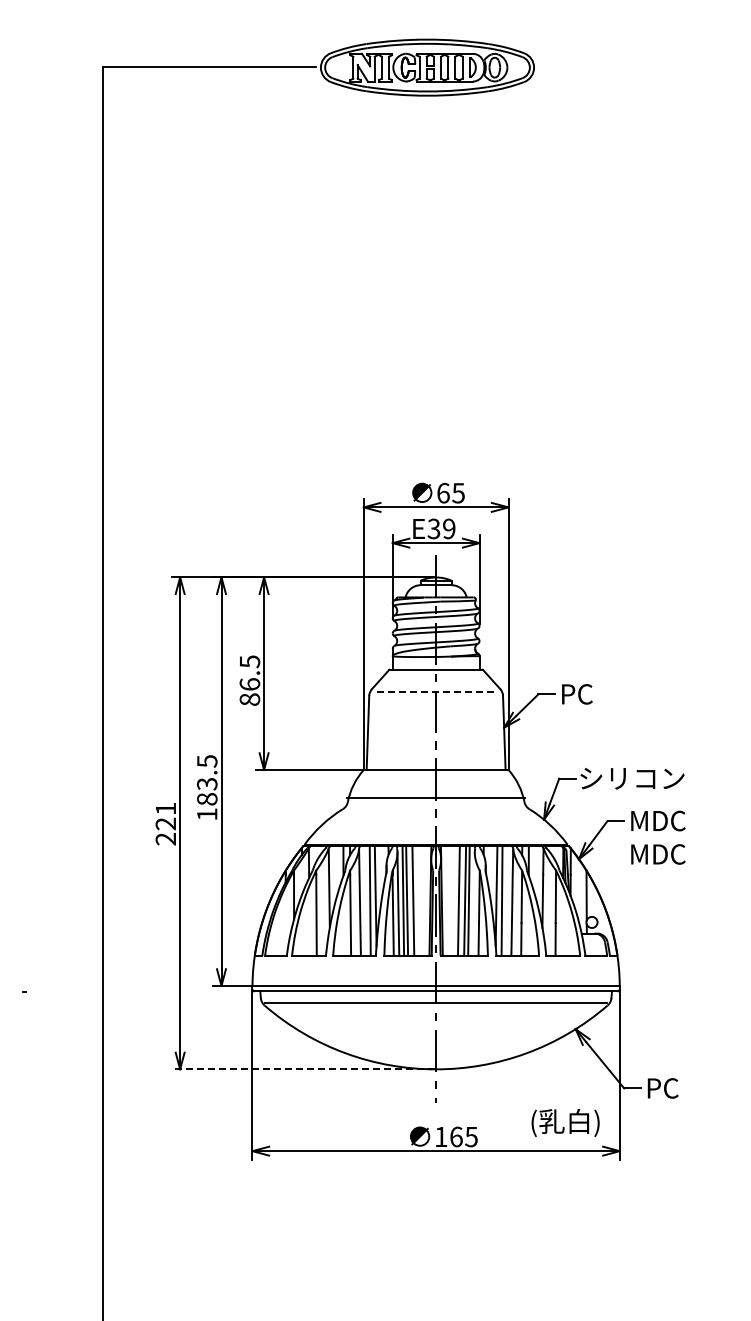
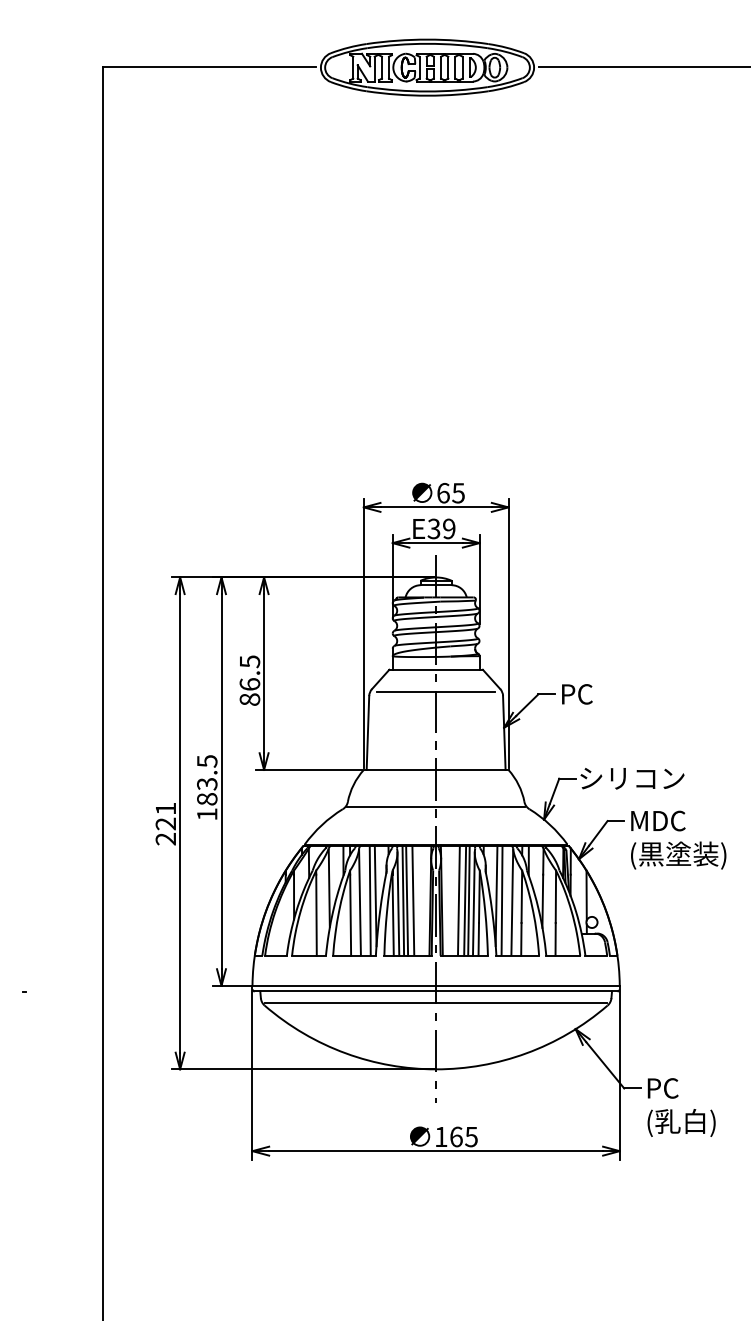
line at (642, 67): none -> present
line at (436, 692): dashed -> solid
line at (436, 797) position: (436, 797) -> (436, 806)
text at (678, 855): MDC -> (黒塗装)
line at (473, 903): none -> present
line at (302, 1069): dashed -> solid
text at (565, 1122) position: (565, 1122) -> (681, 1122)
